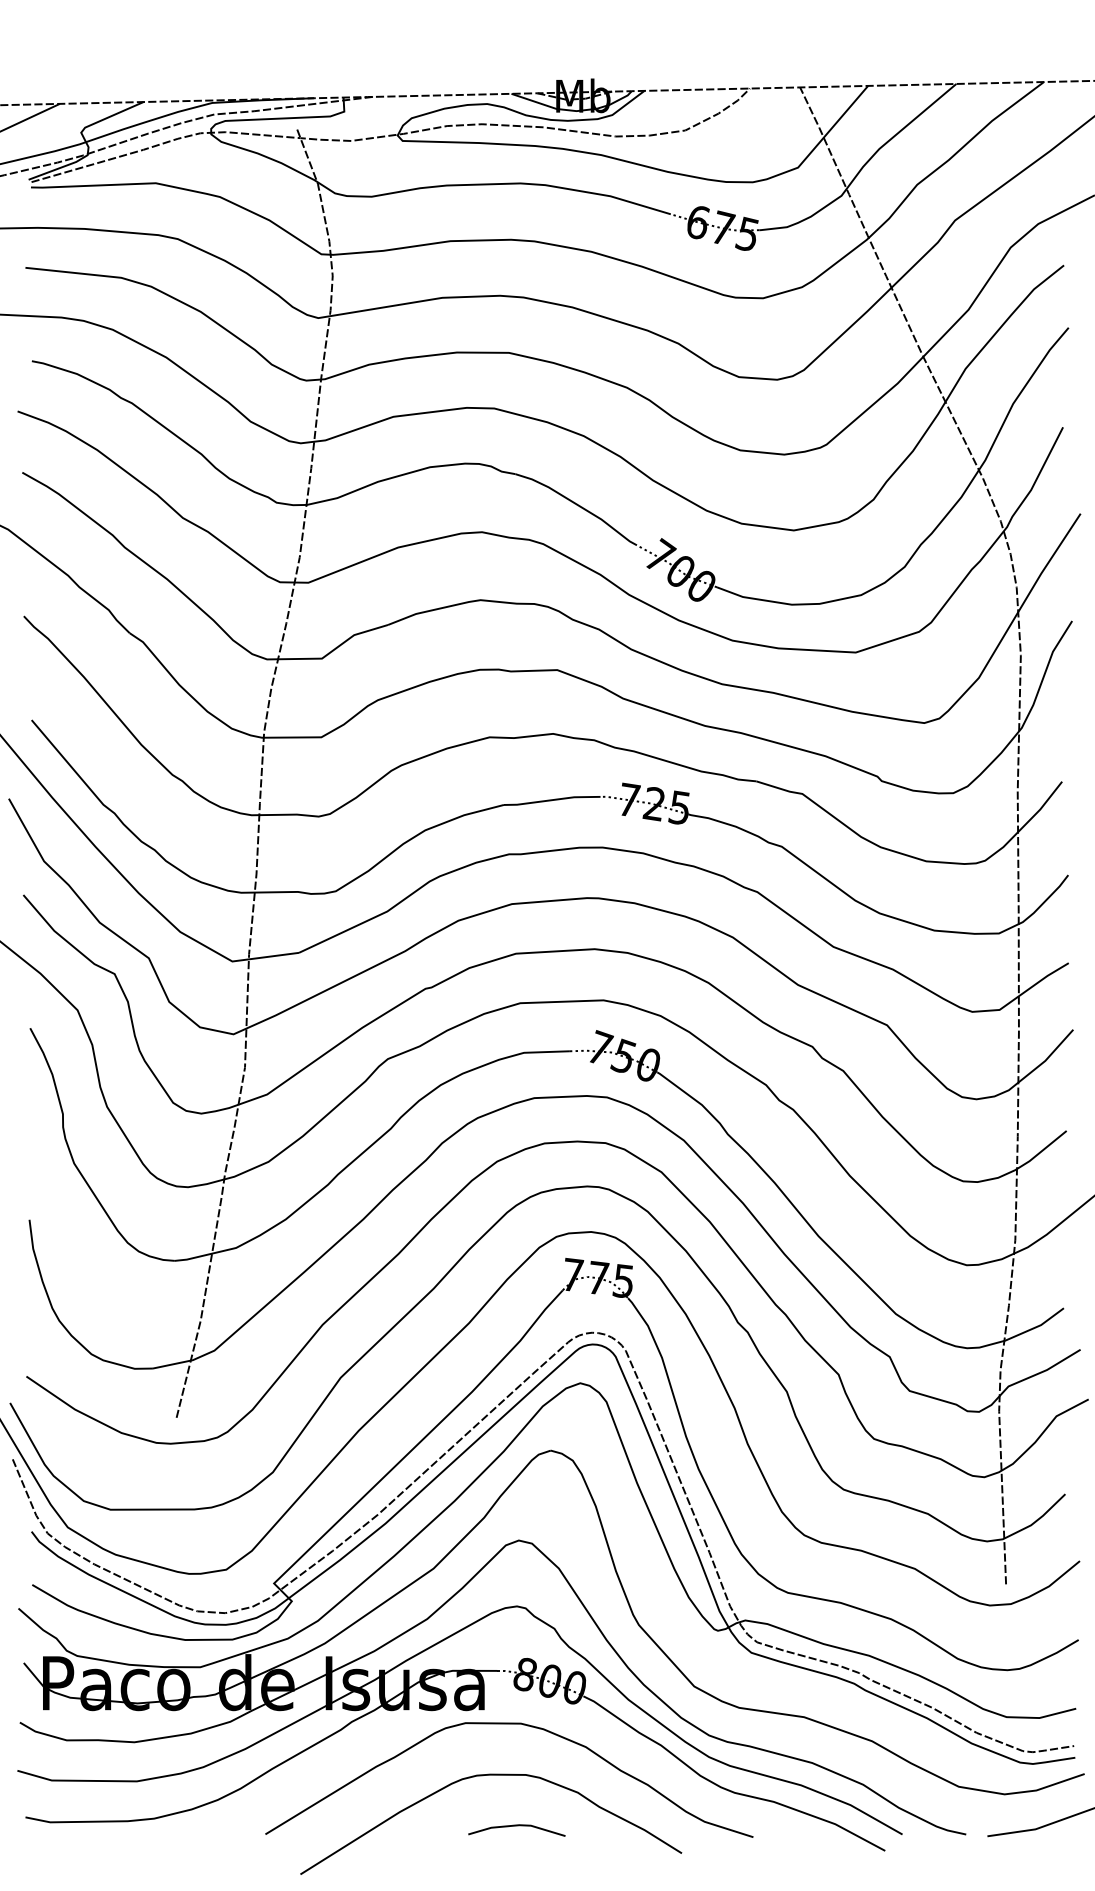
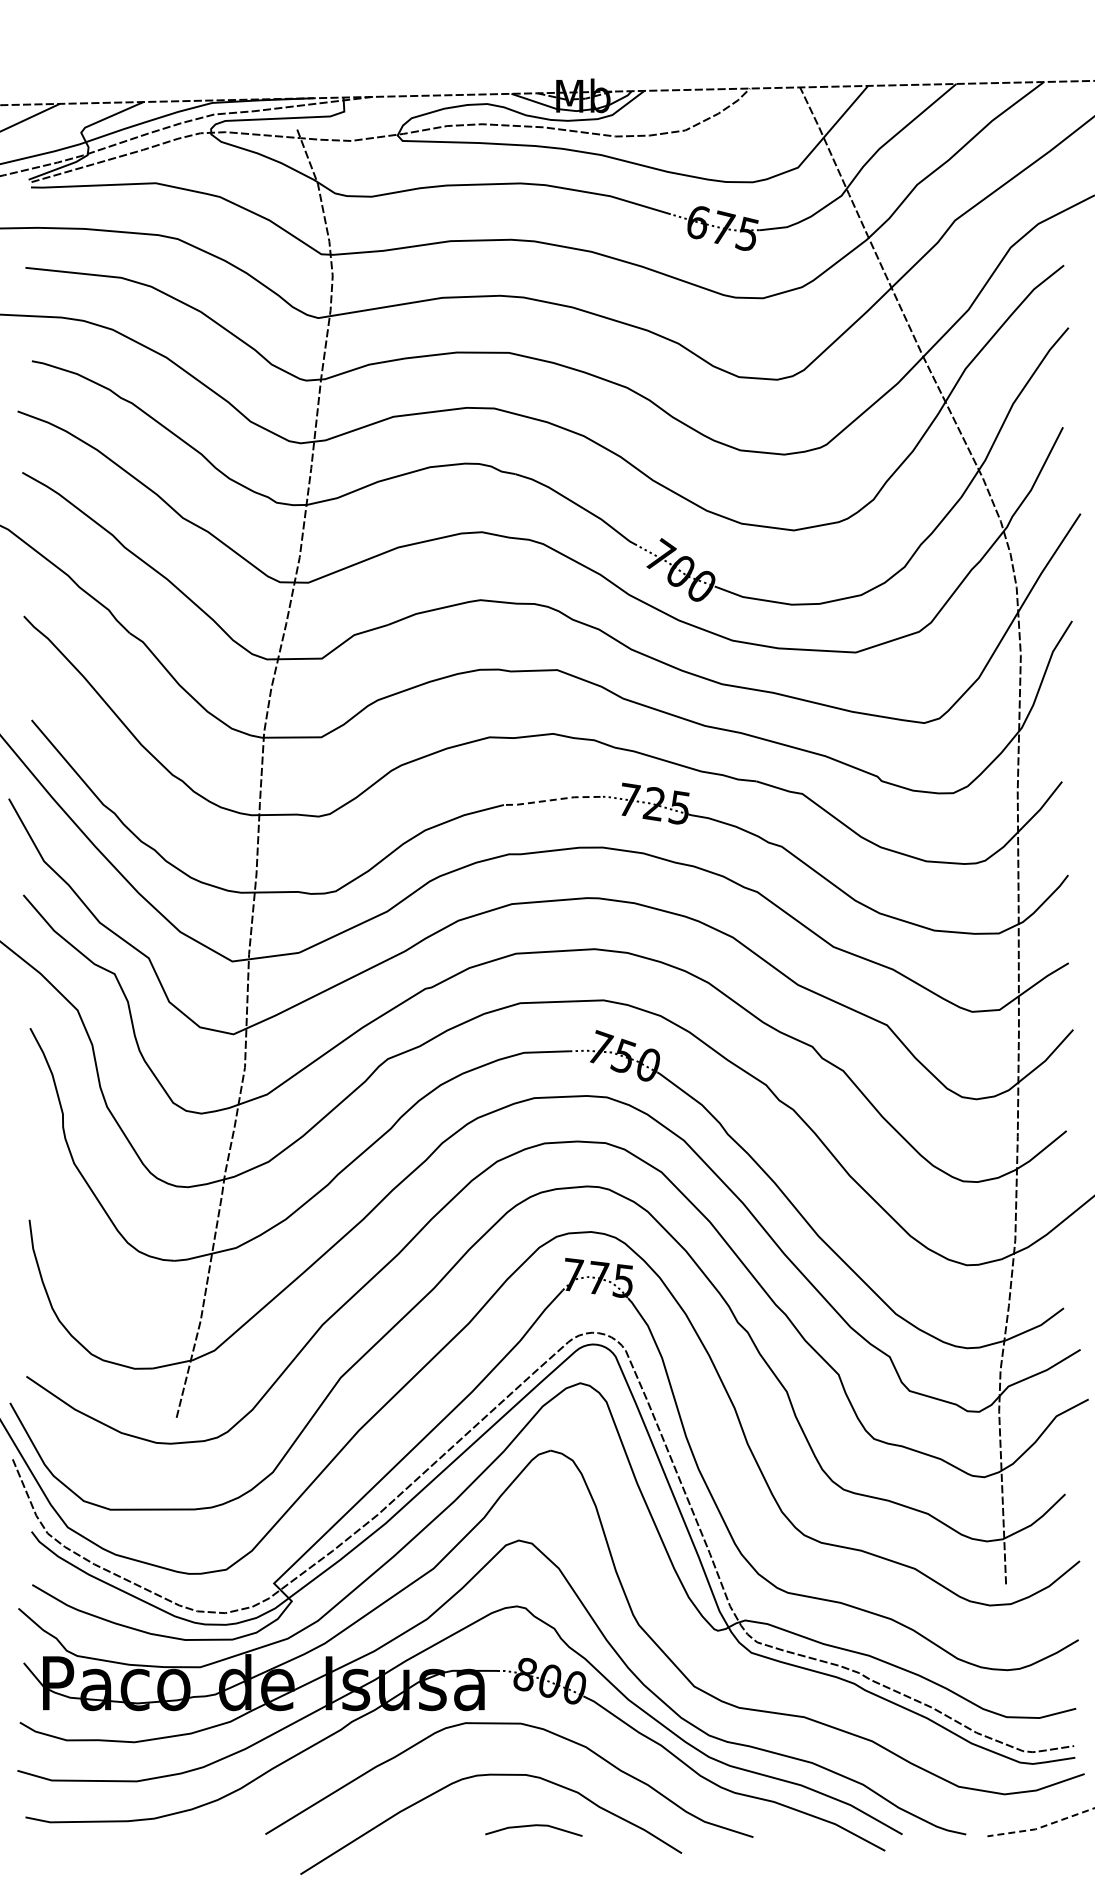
line at (551, 800): solid -> dashed
line at (516, 1826) position: (516, 1826) -> (533, 1826)
line at (1041, 1827): solid -> dashed
